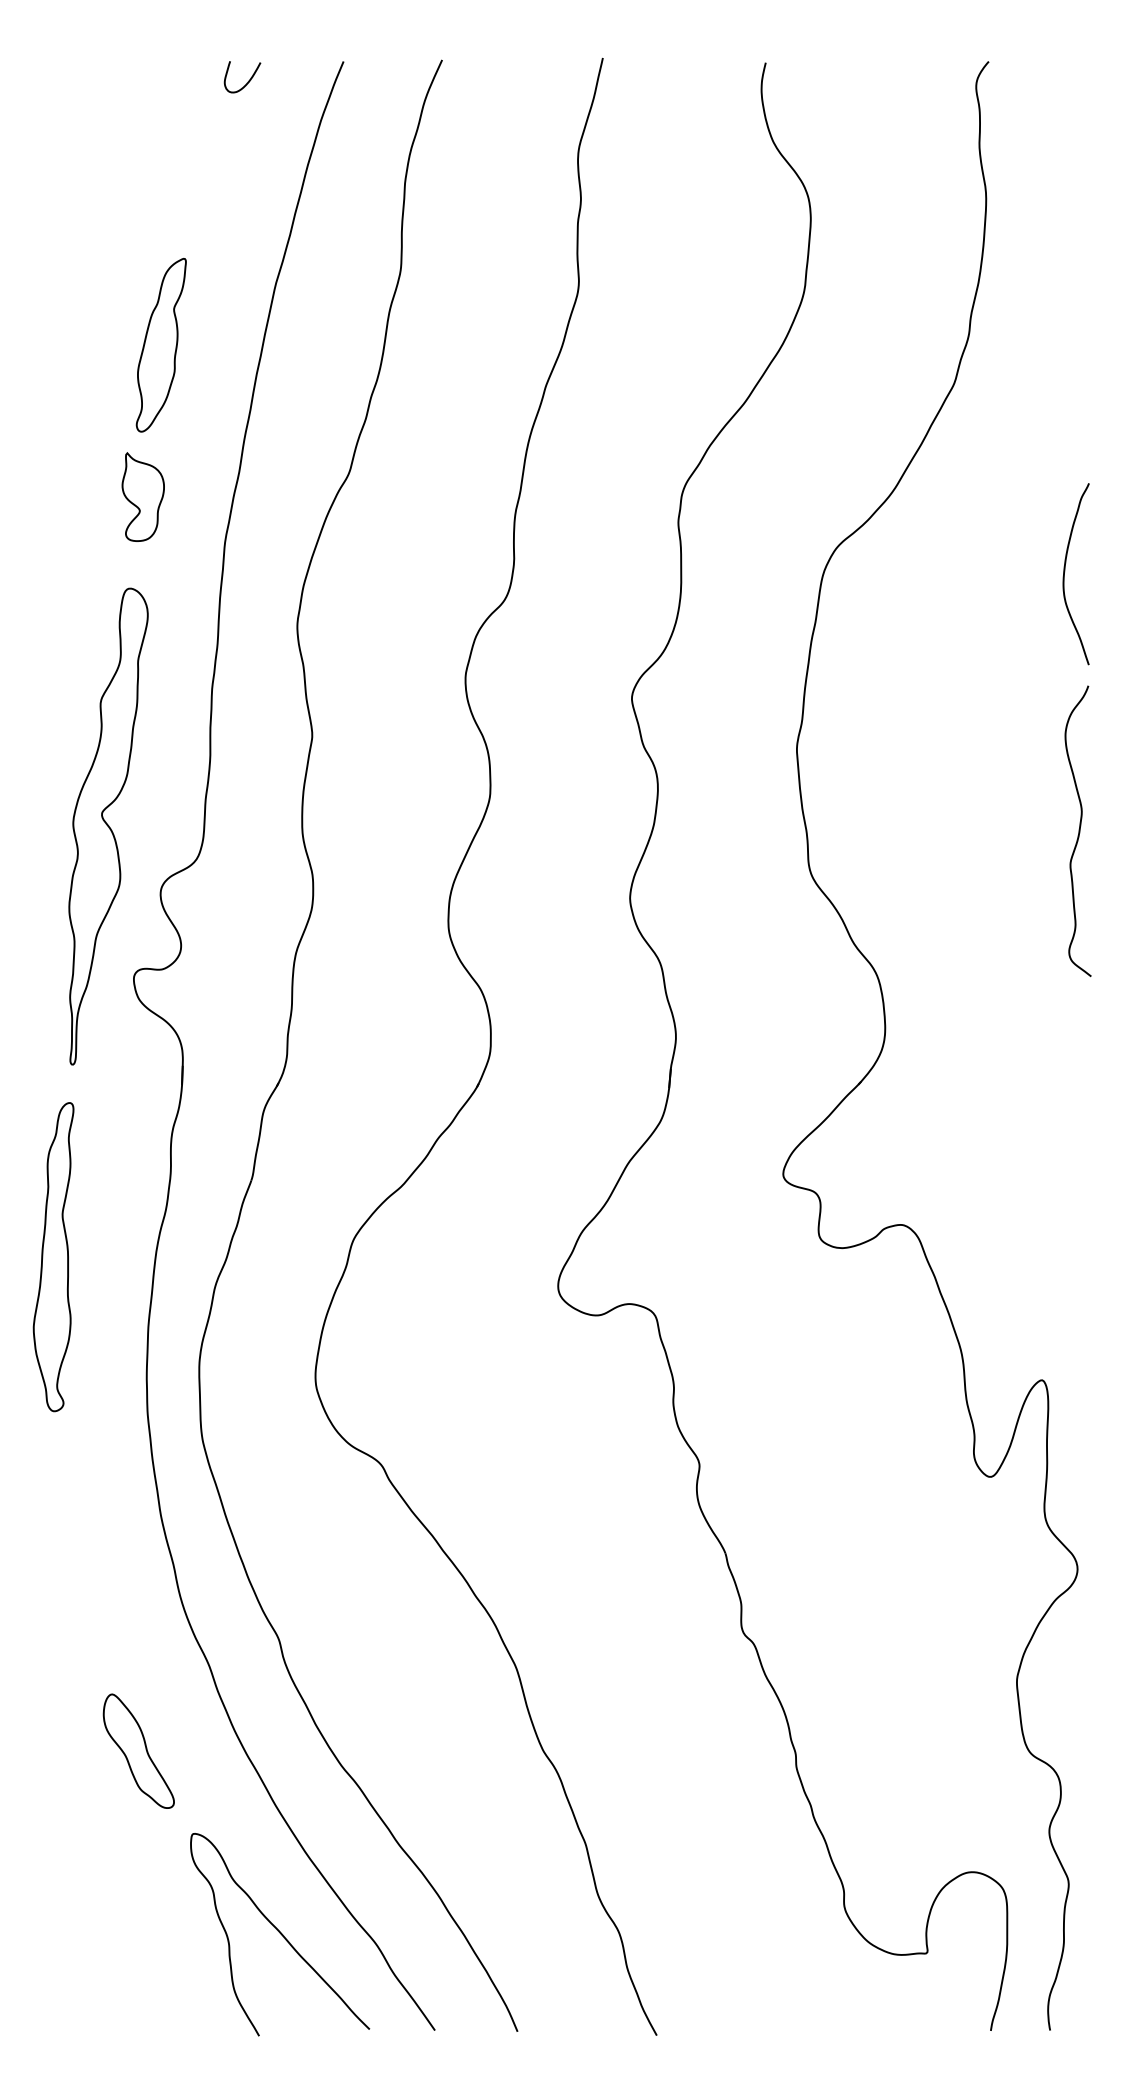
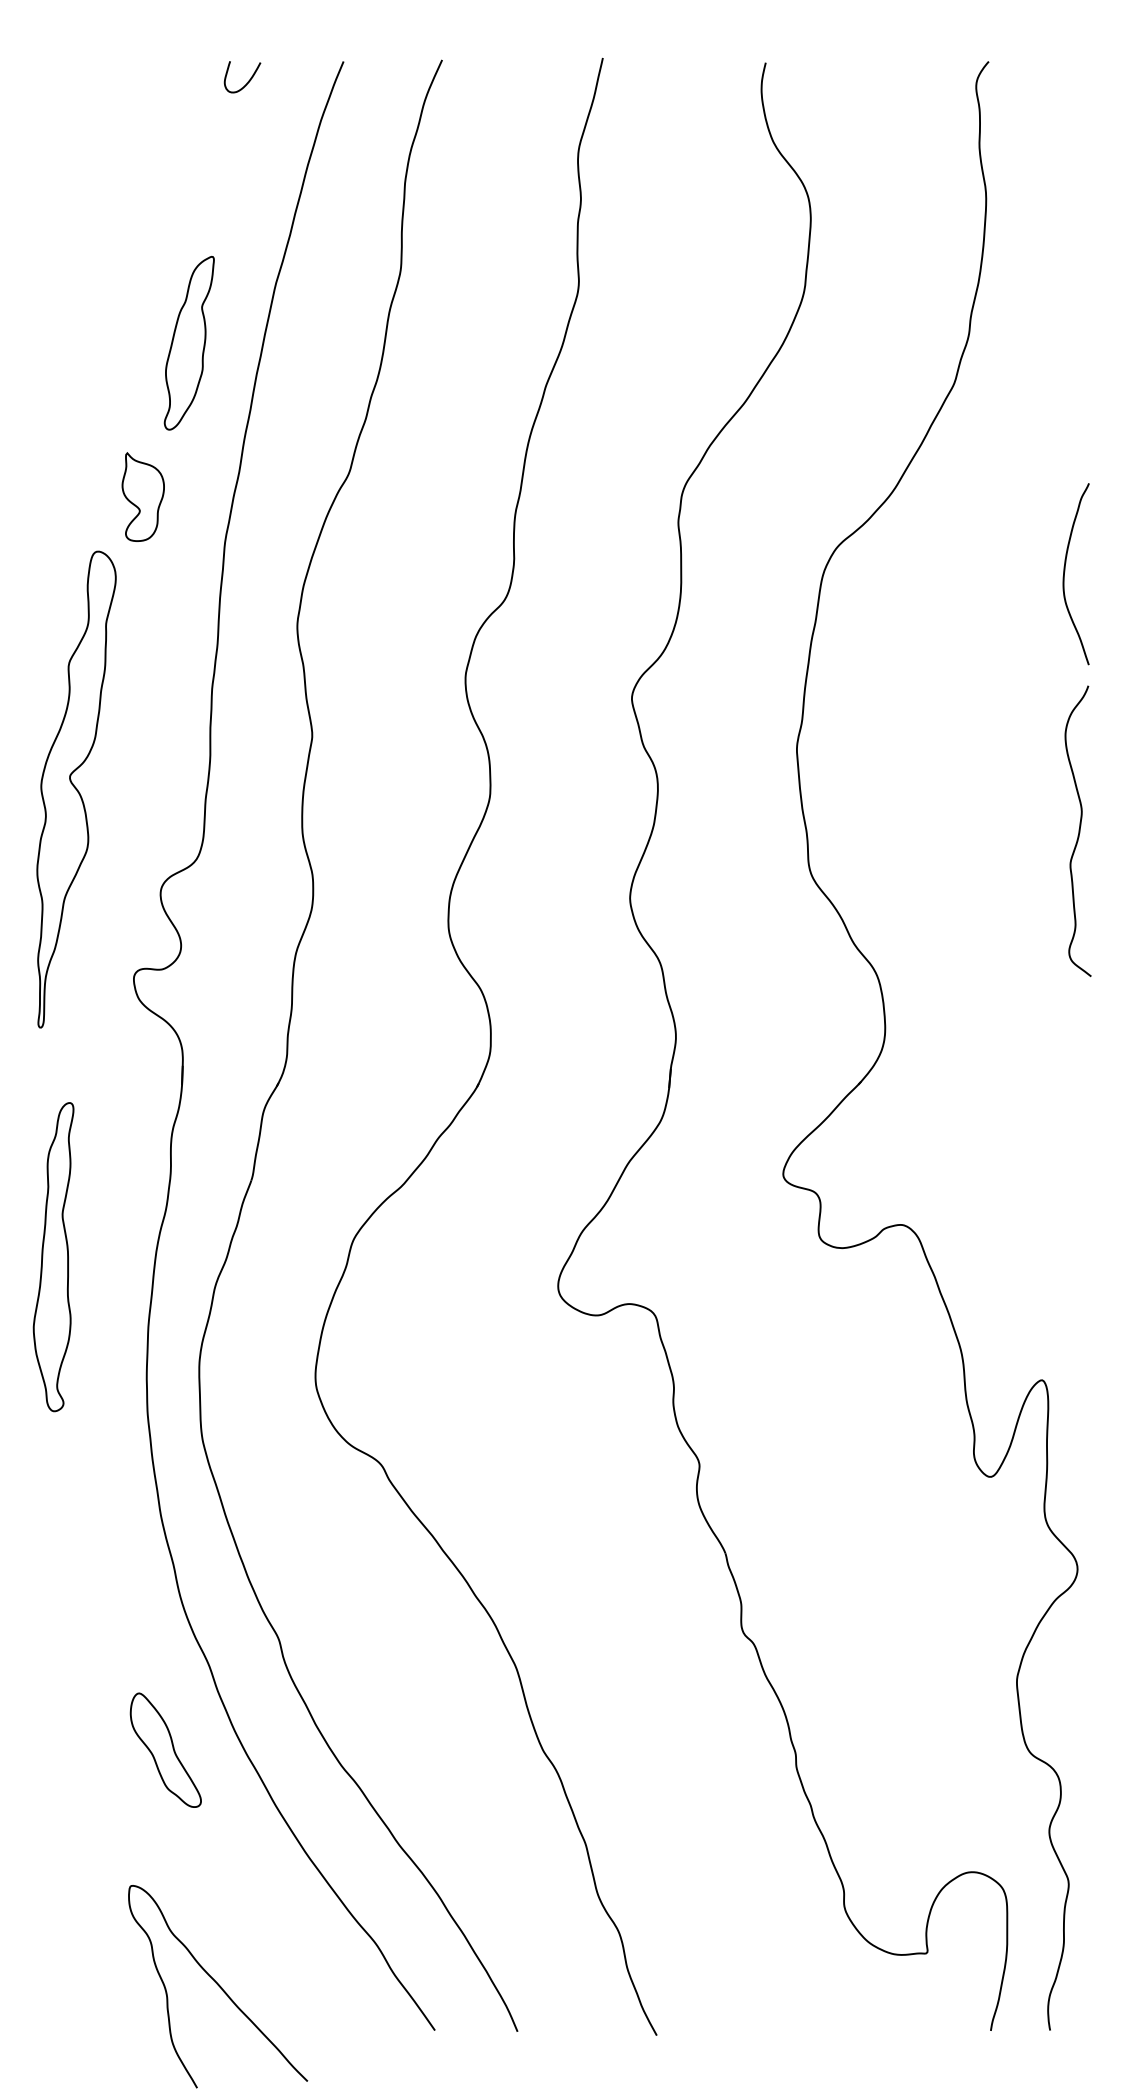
part at (160, 345) position: (160, 345) -> (188, 343)
part at (108, 826) position: (108, 826) -> (76, 789)
part at (138, 1750) position: (138, 1750) -> (165, 1749)
curve at (280, 1934) position: (280, 1934) -> (218, 1986)
